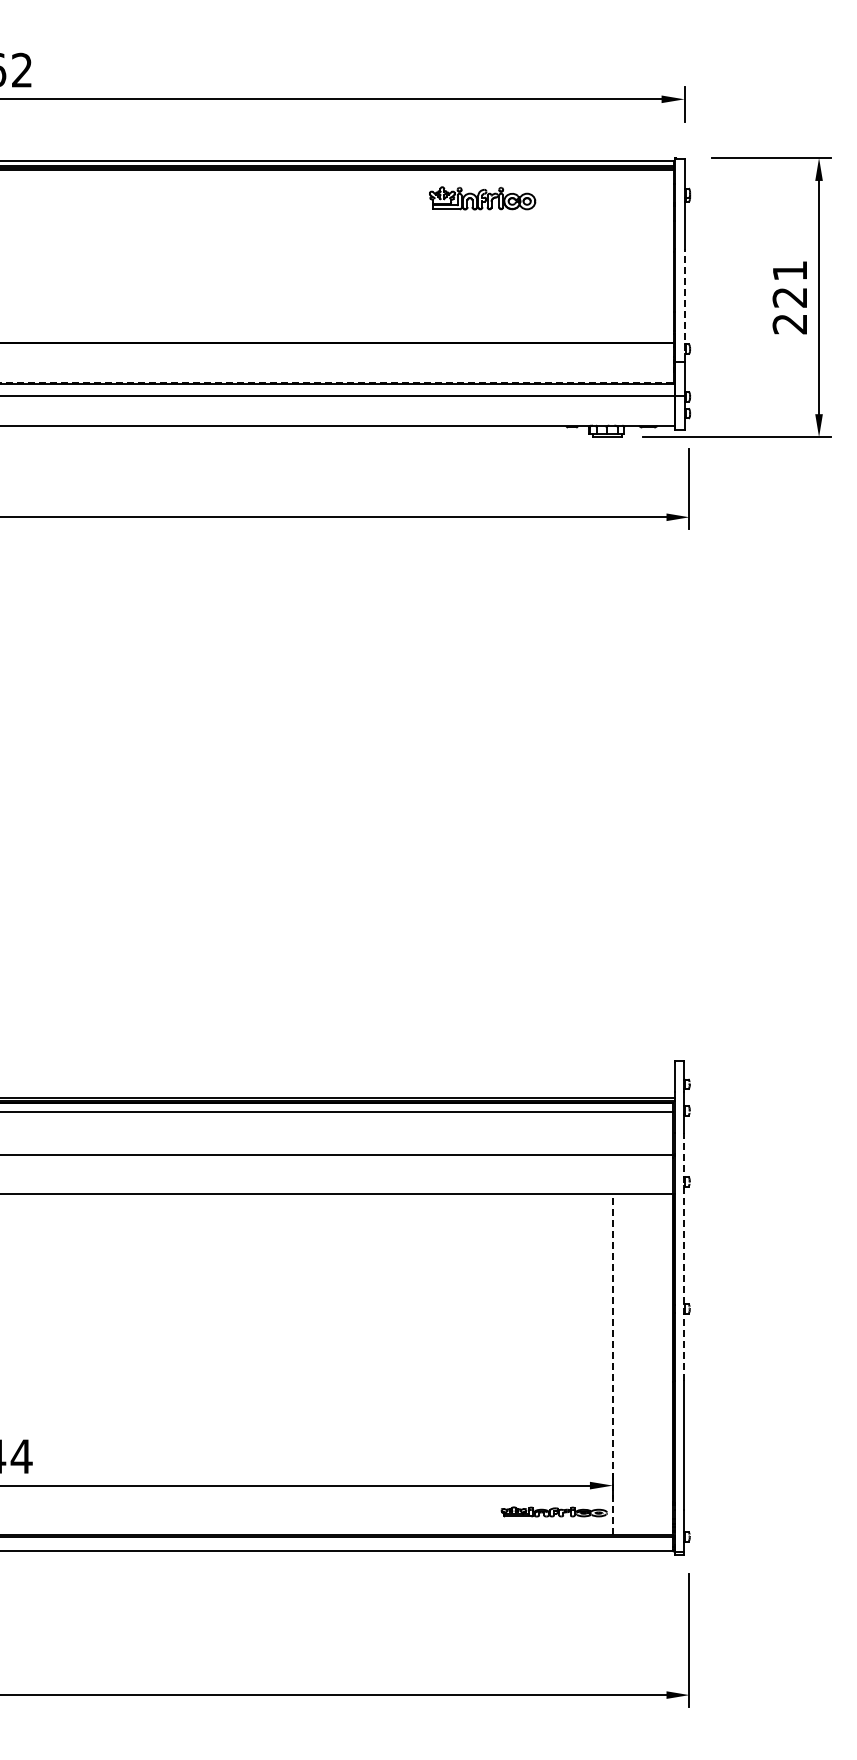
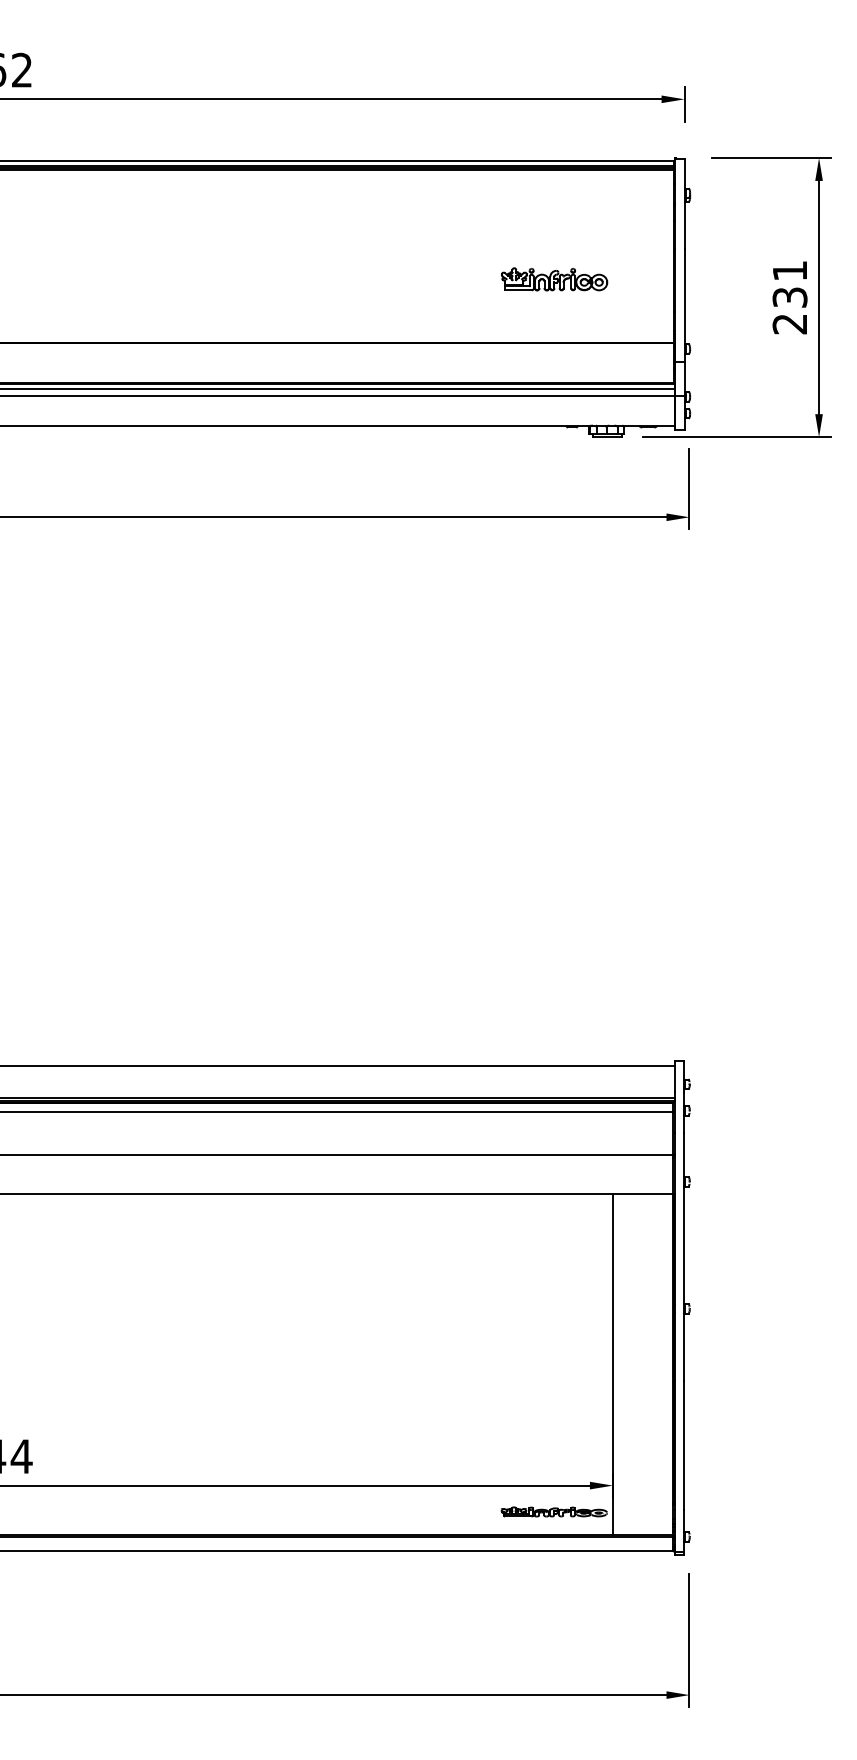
part at (482, 198) position: (482, 198) -> (554, 279)
text at (789, 297): 221 -> 231
line at (684, 305): dashed -> solid
line at (336, 382): dashed -> solid
line at (338, 388): none -> present
line at (338, 1066): none -> present
line at (684, 1257): dashed -> solid
line at (612, 1363): dashed -> solid
